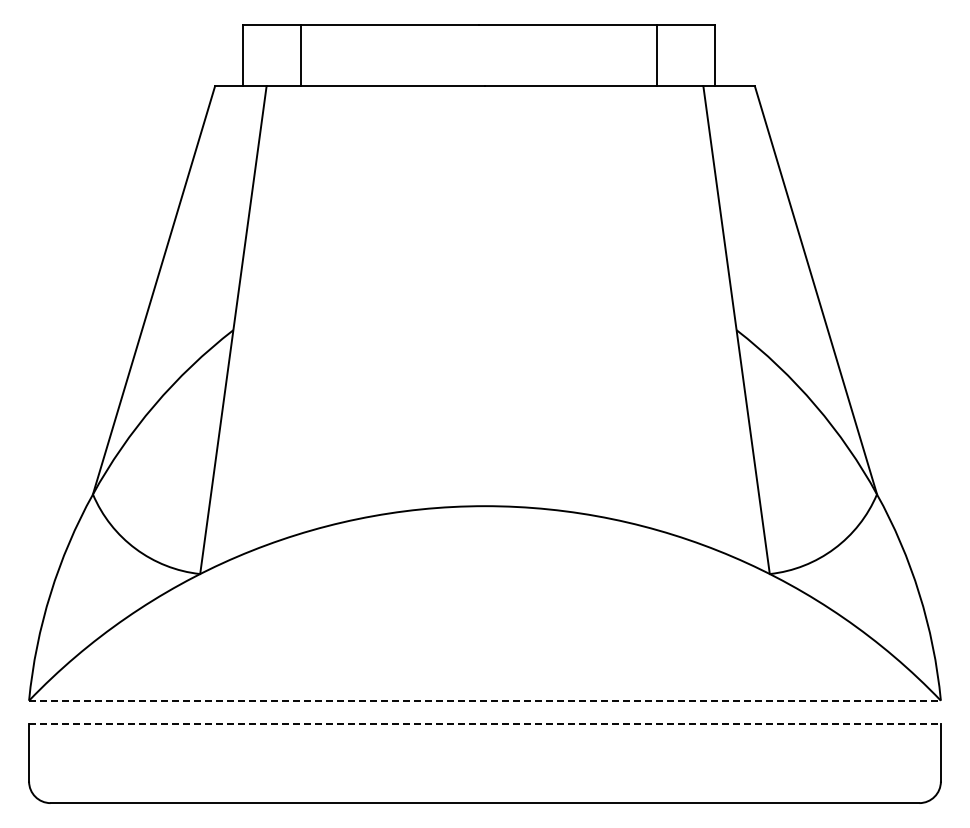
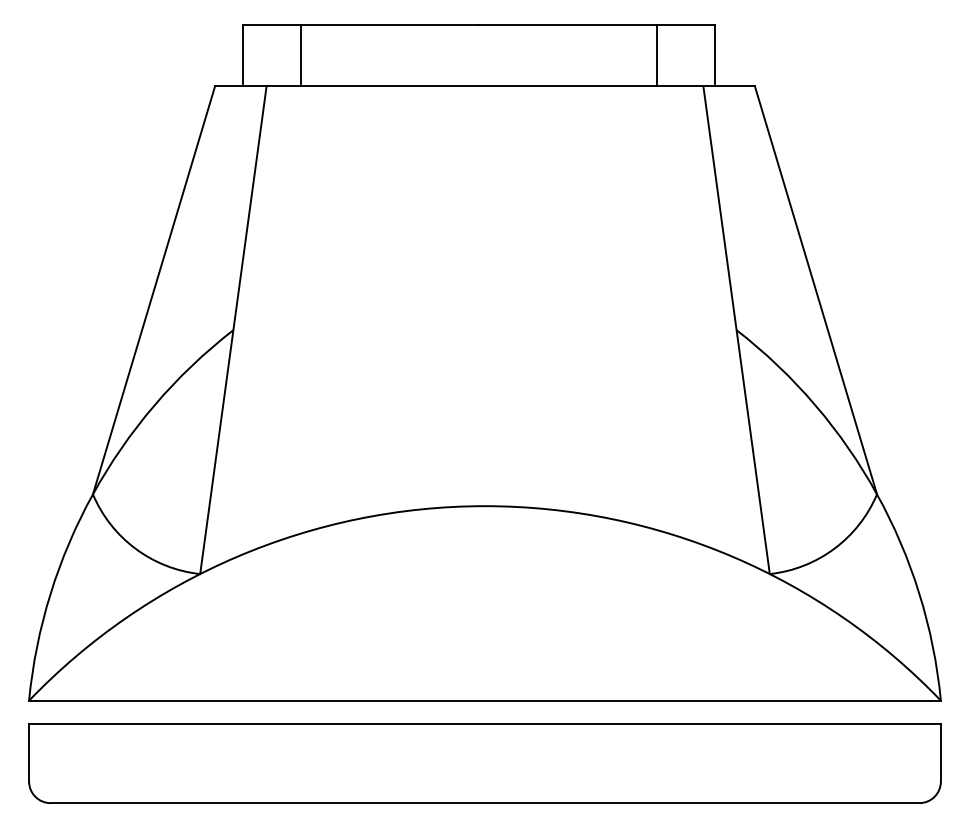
line at (484, 700): dashed -> solid
line at (484, 724): dashed -> solid
